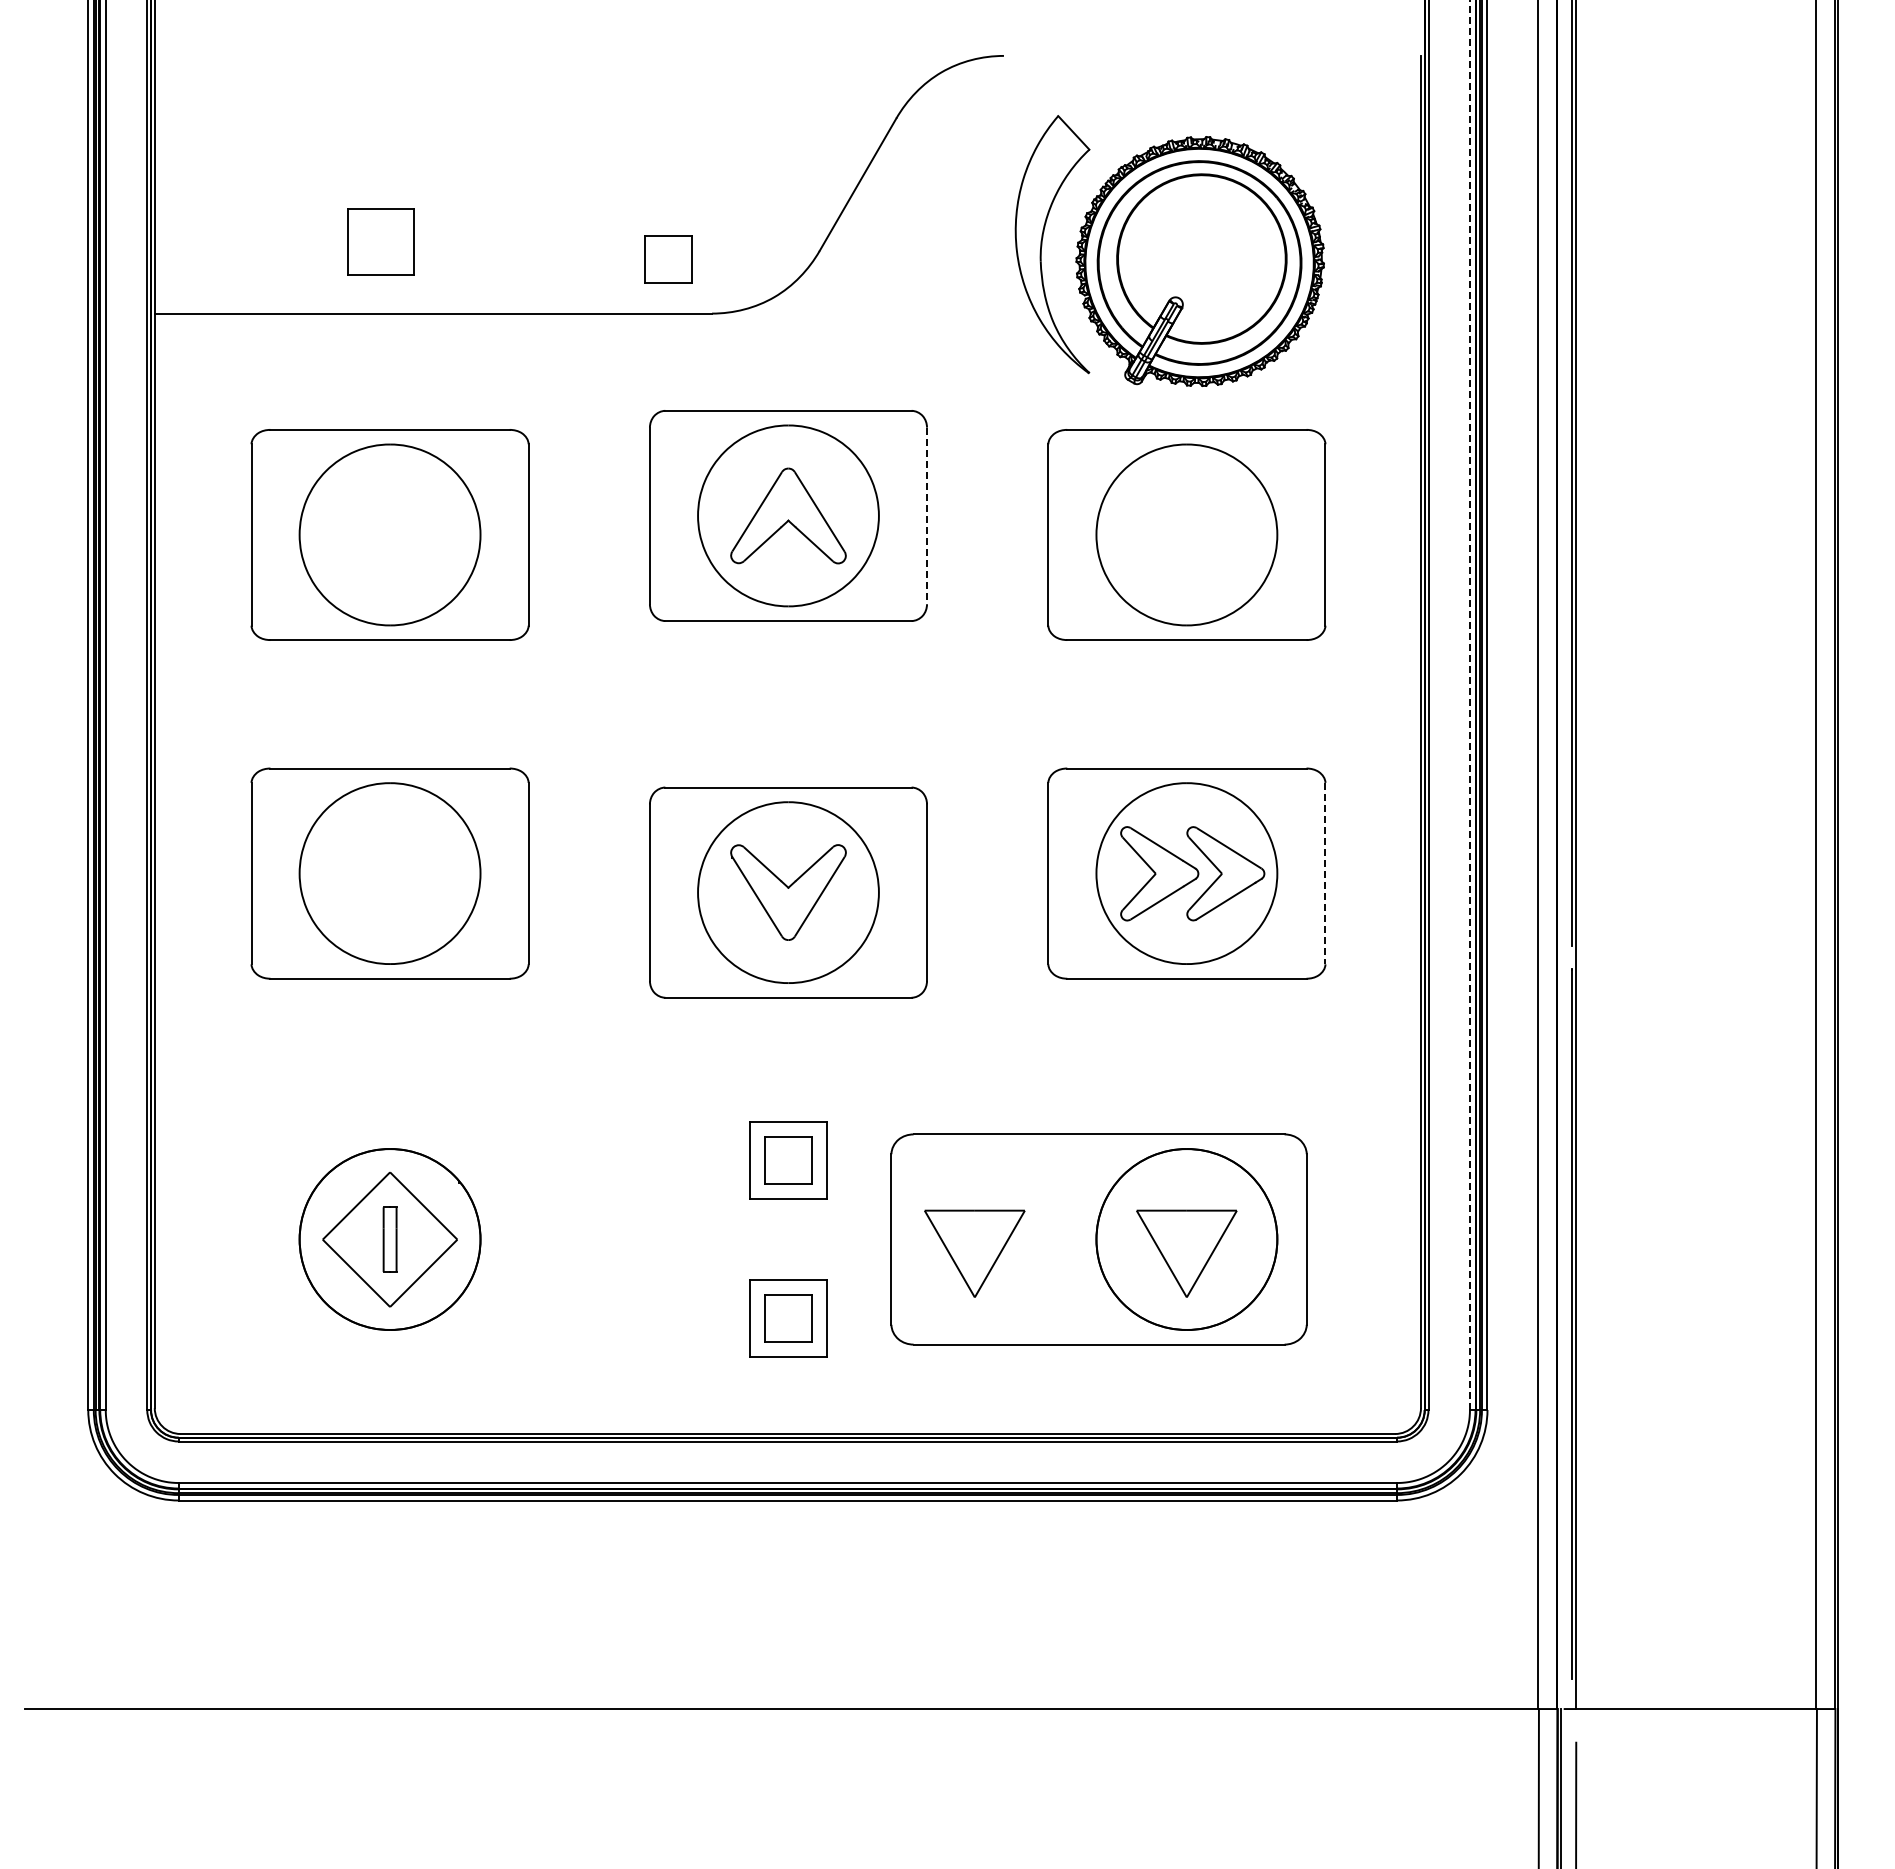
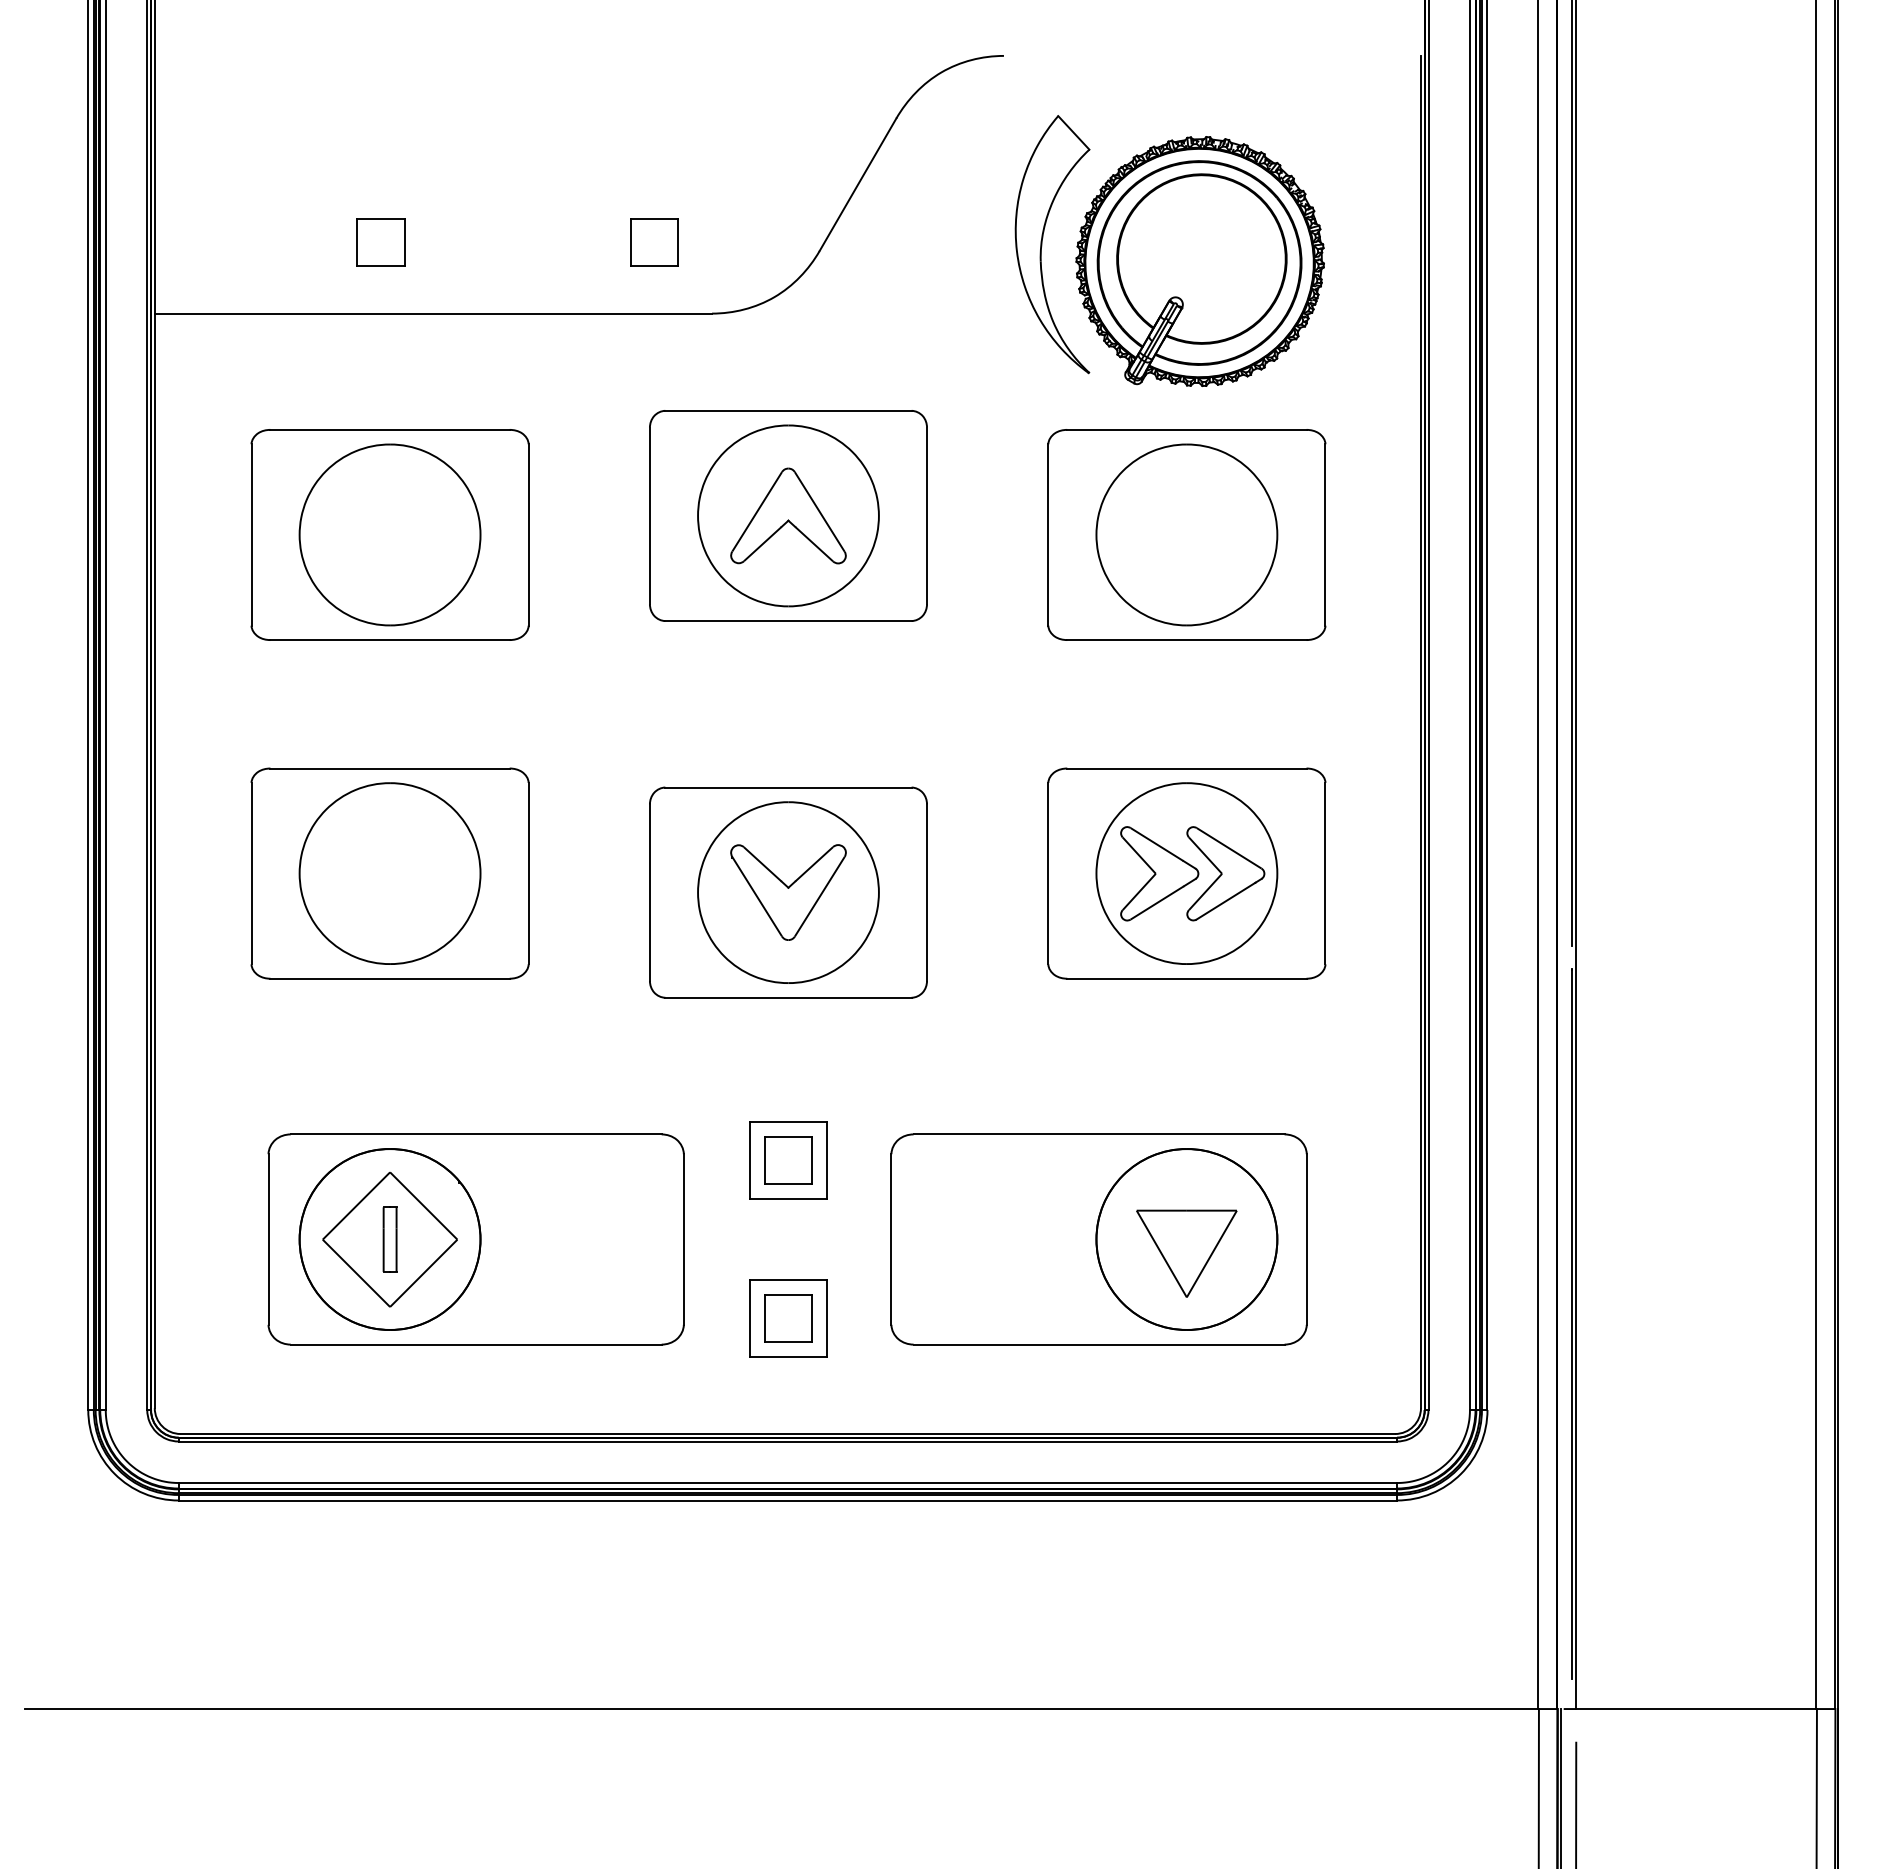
part at (380, 241) size: 68x68 px -> 50x49 px
part at (668, 259) position: (668, 259) -> (654, 242)
line at (927, 516): dashed -> solid
line at (1469, 705): dashed -> solid
line at (1325, 873): dashed -> solid
part at (475, 1239): none -> present
part at (974, 1253): present -> none
